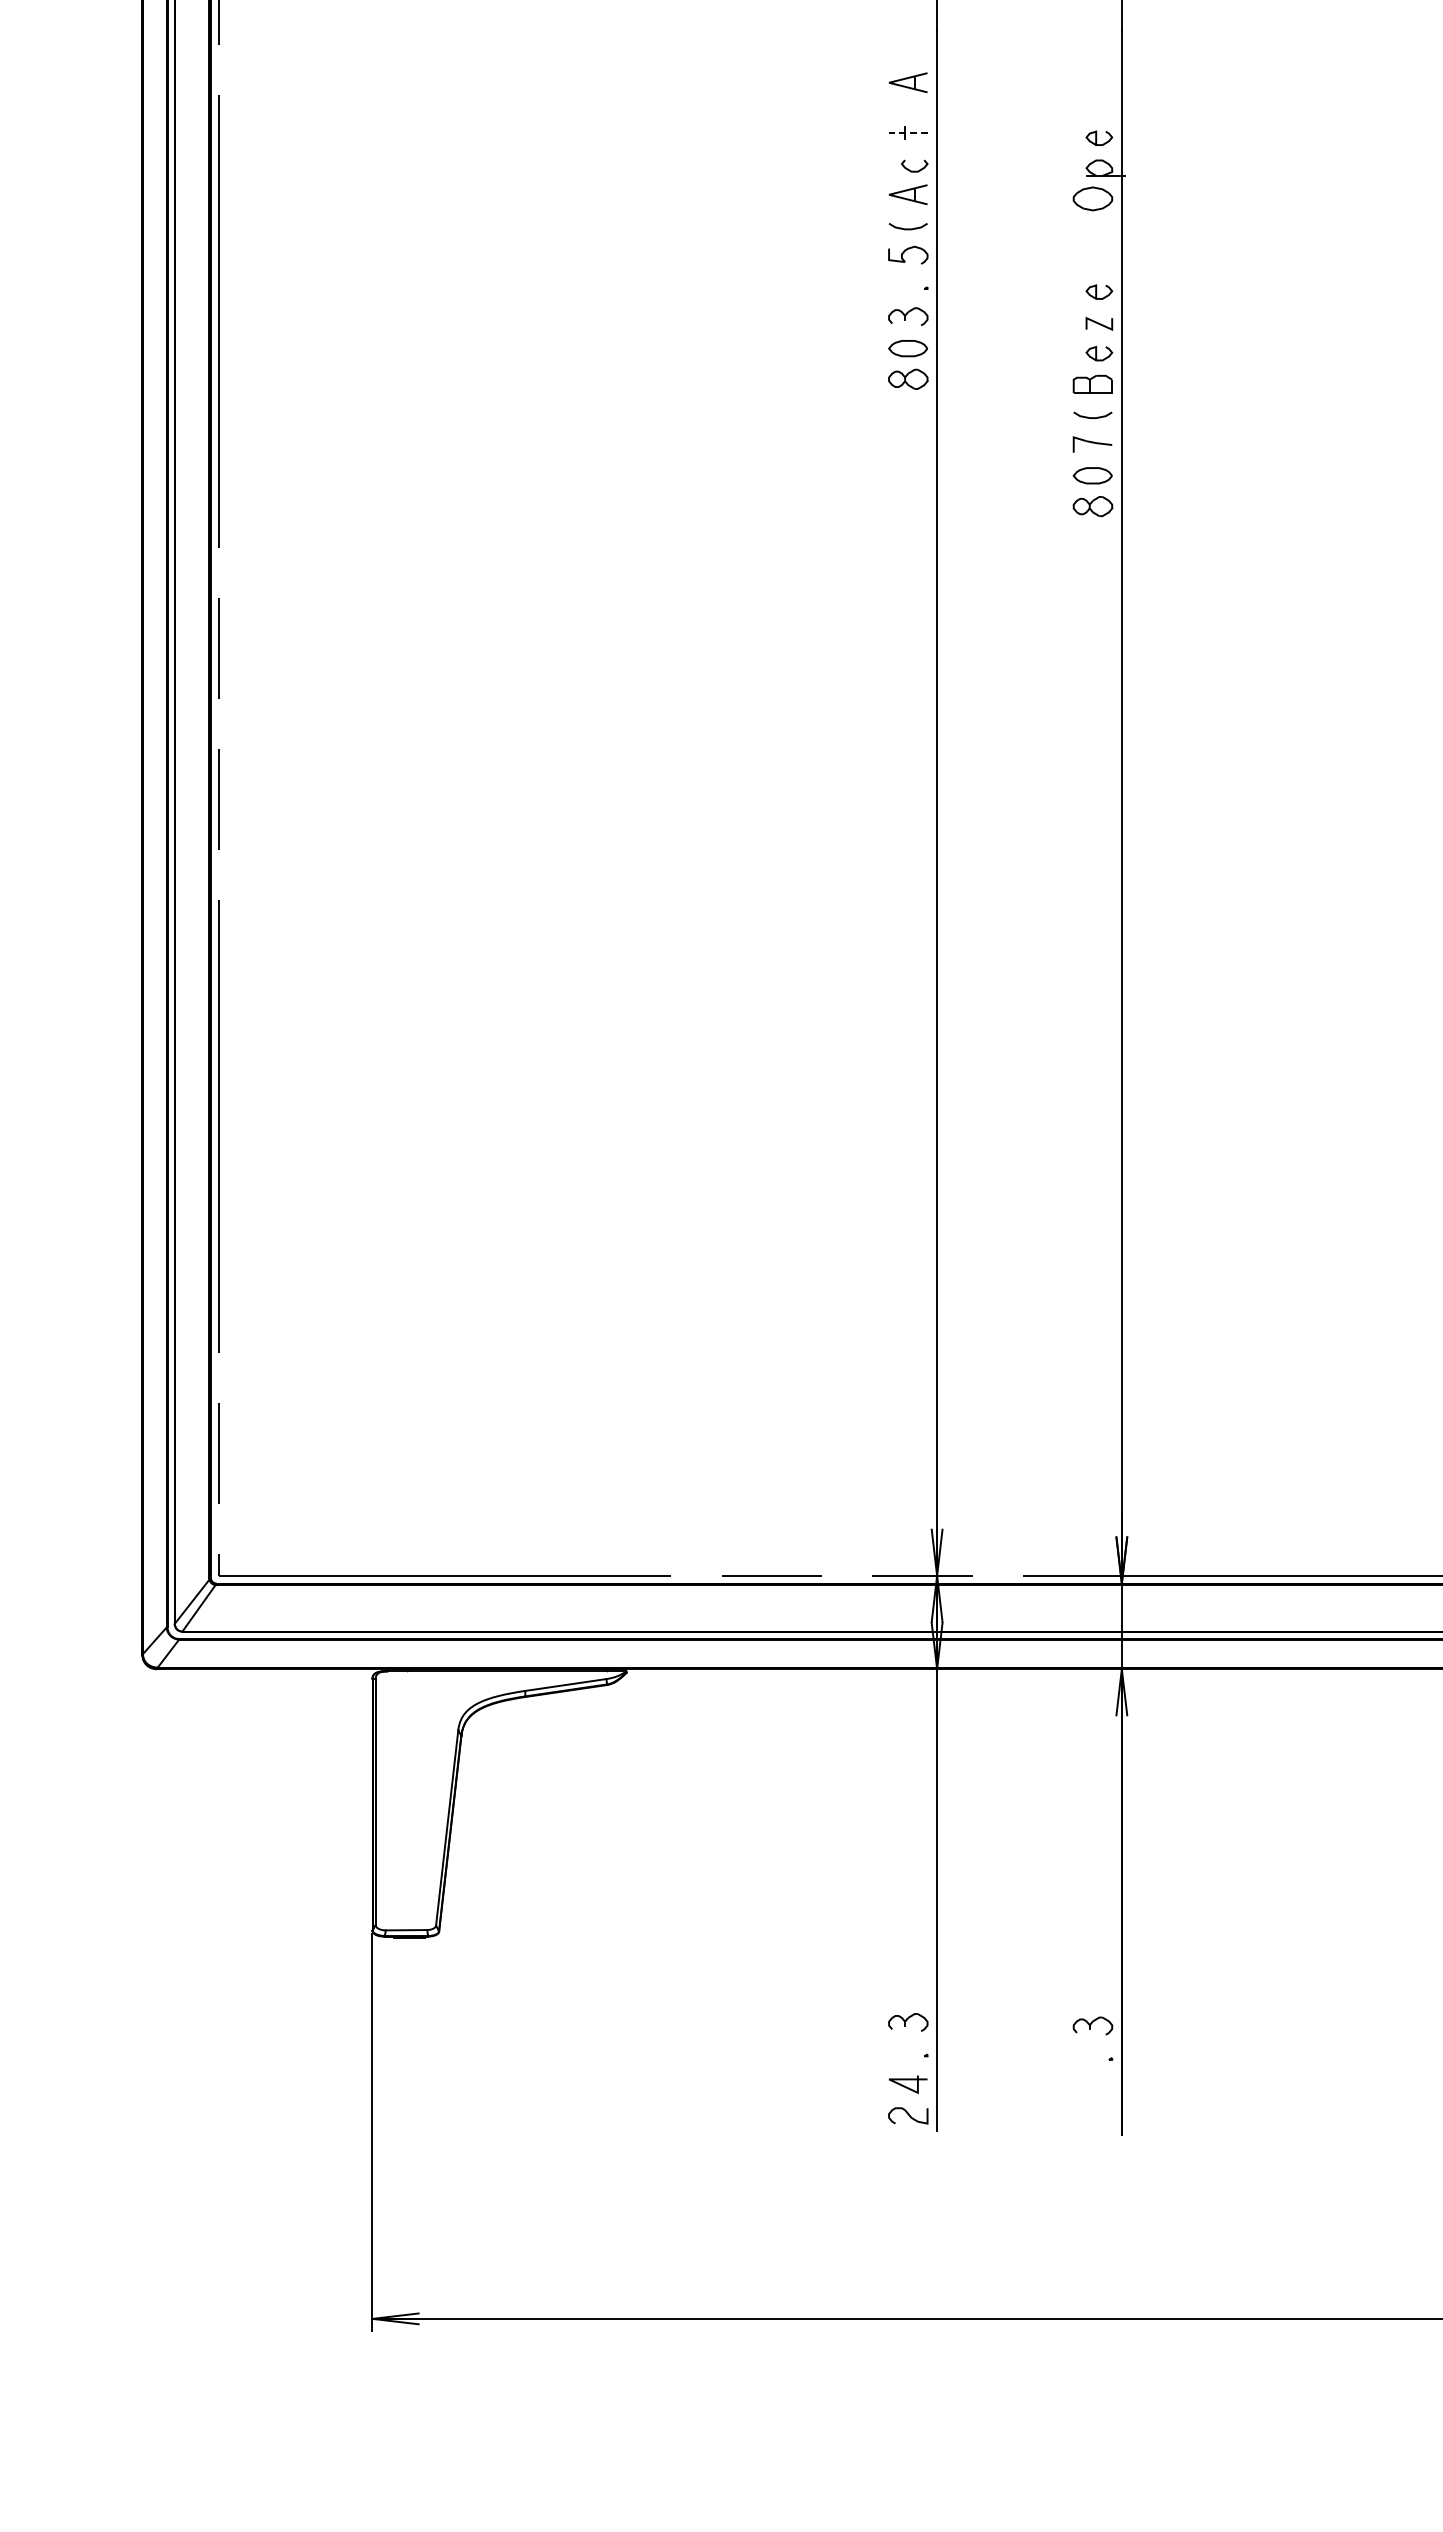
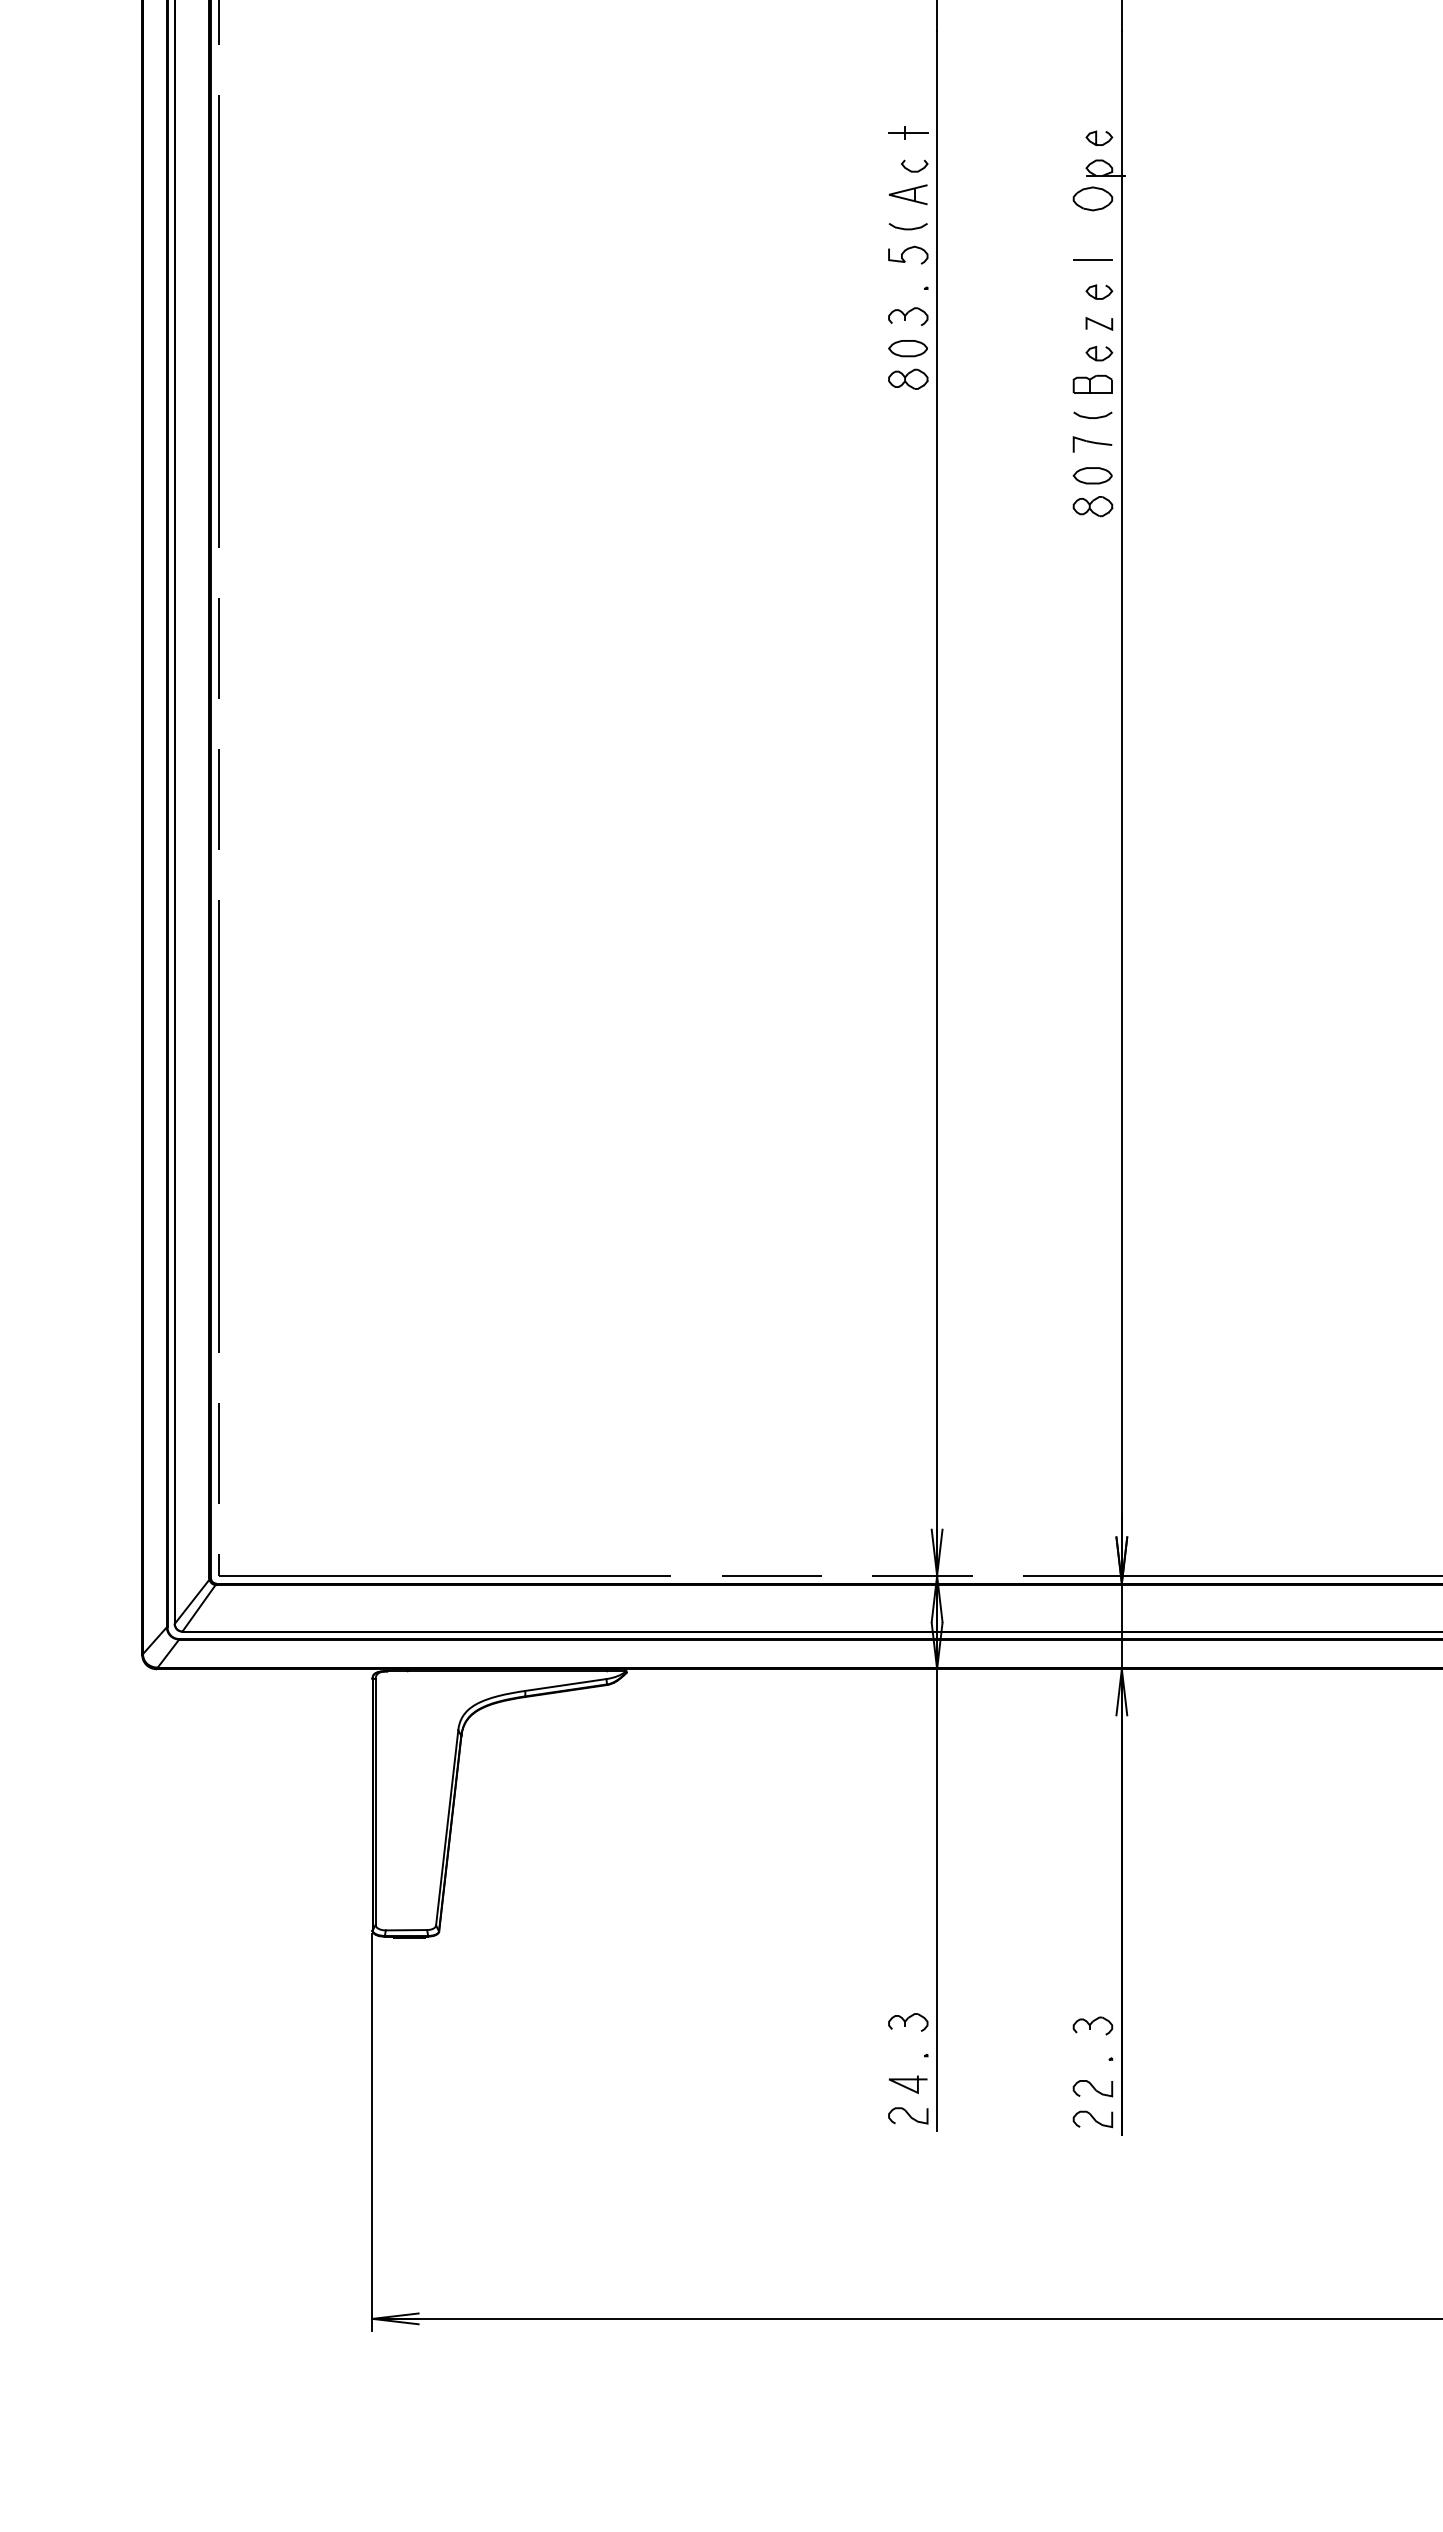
part at (907, 82): present -> none
line at (907, 133): dashed -> solid
line at (1092, 260): none -> present
part at (1092, 2088): none -> present
part at (1092, 2119): none -> present
